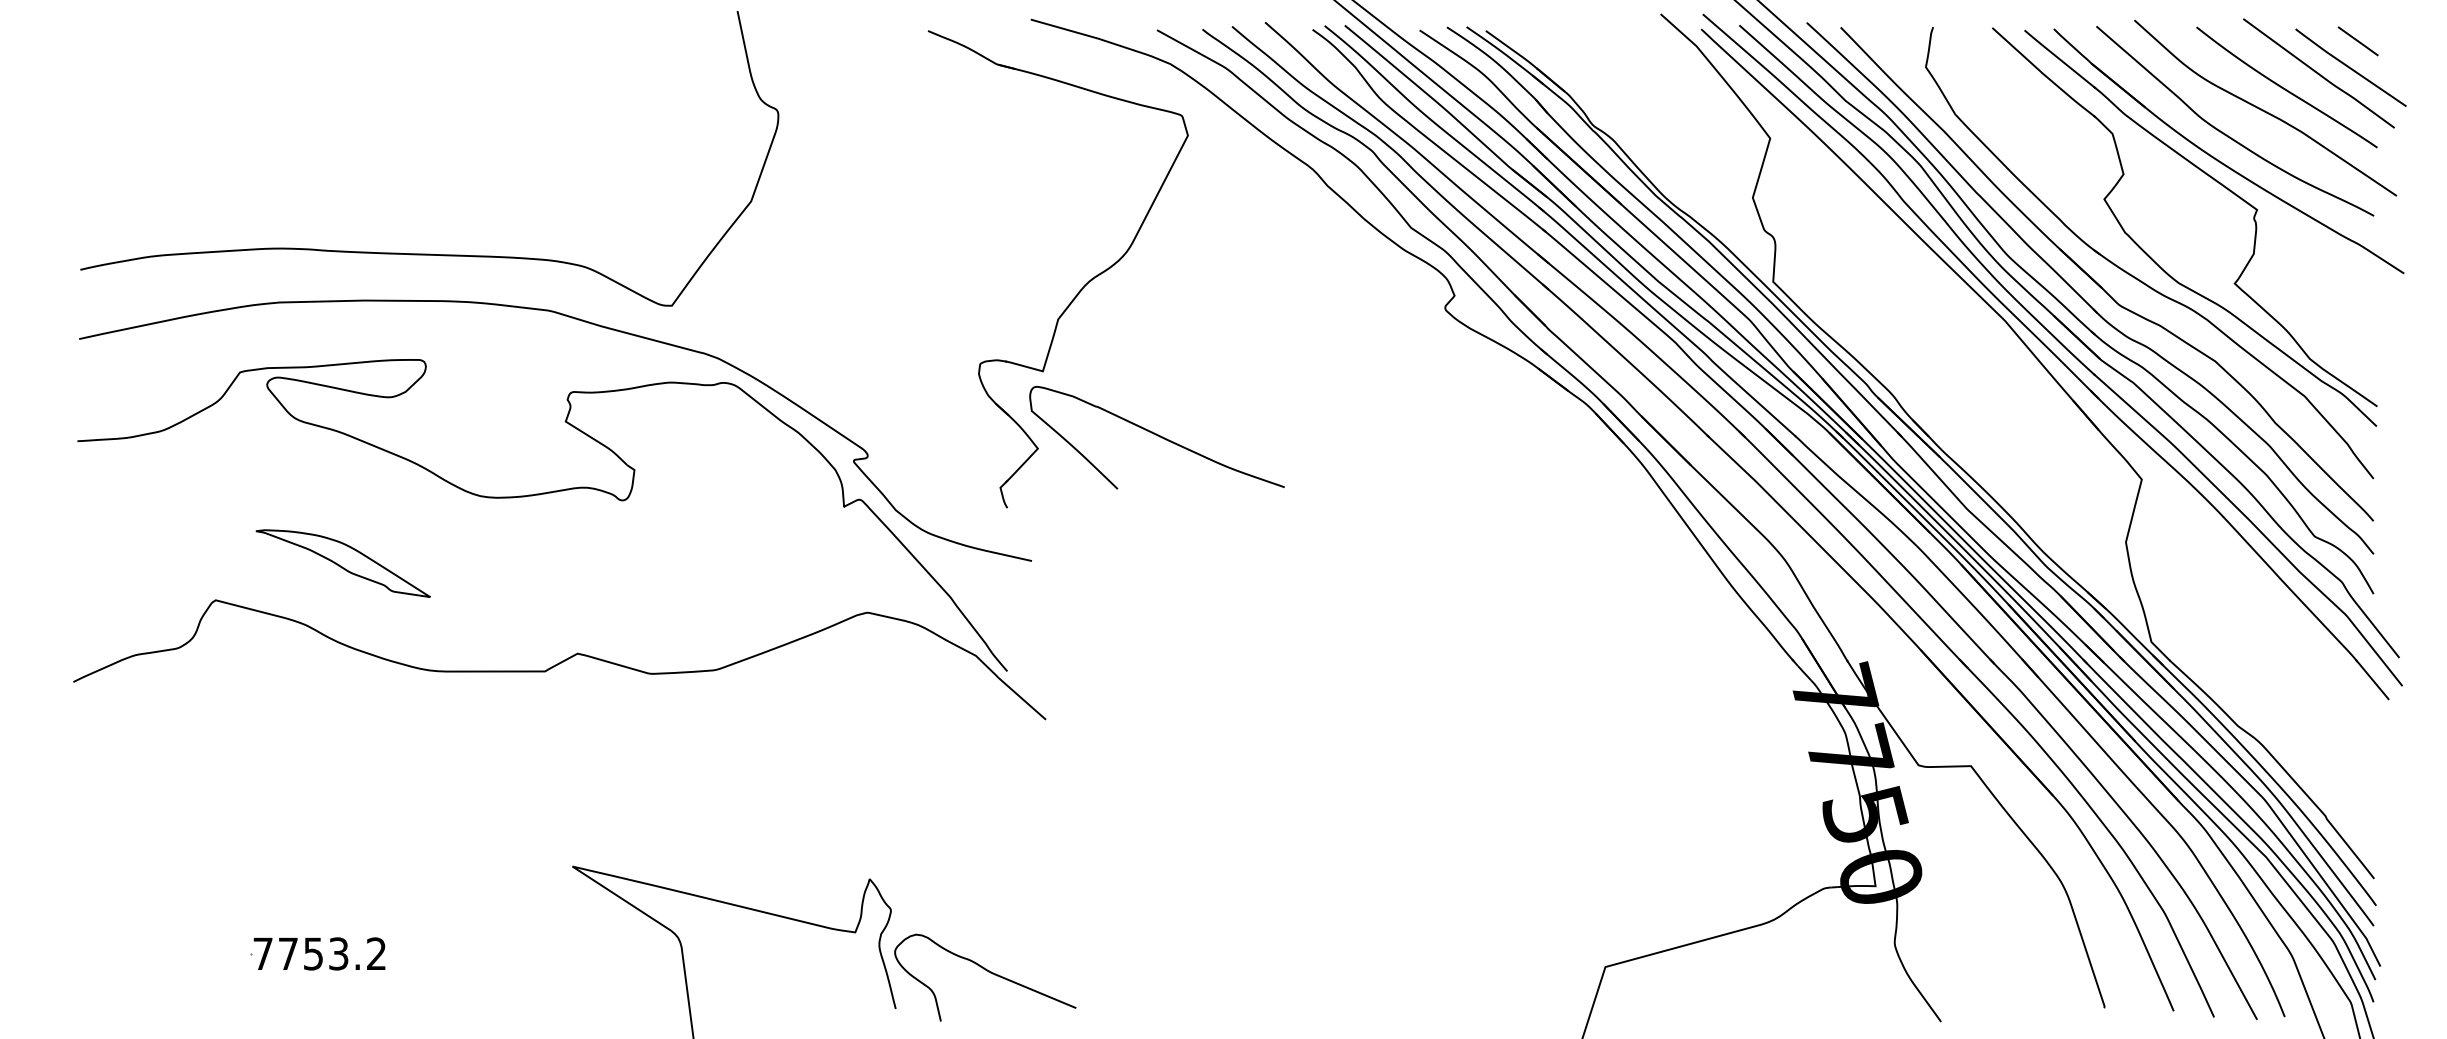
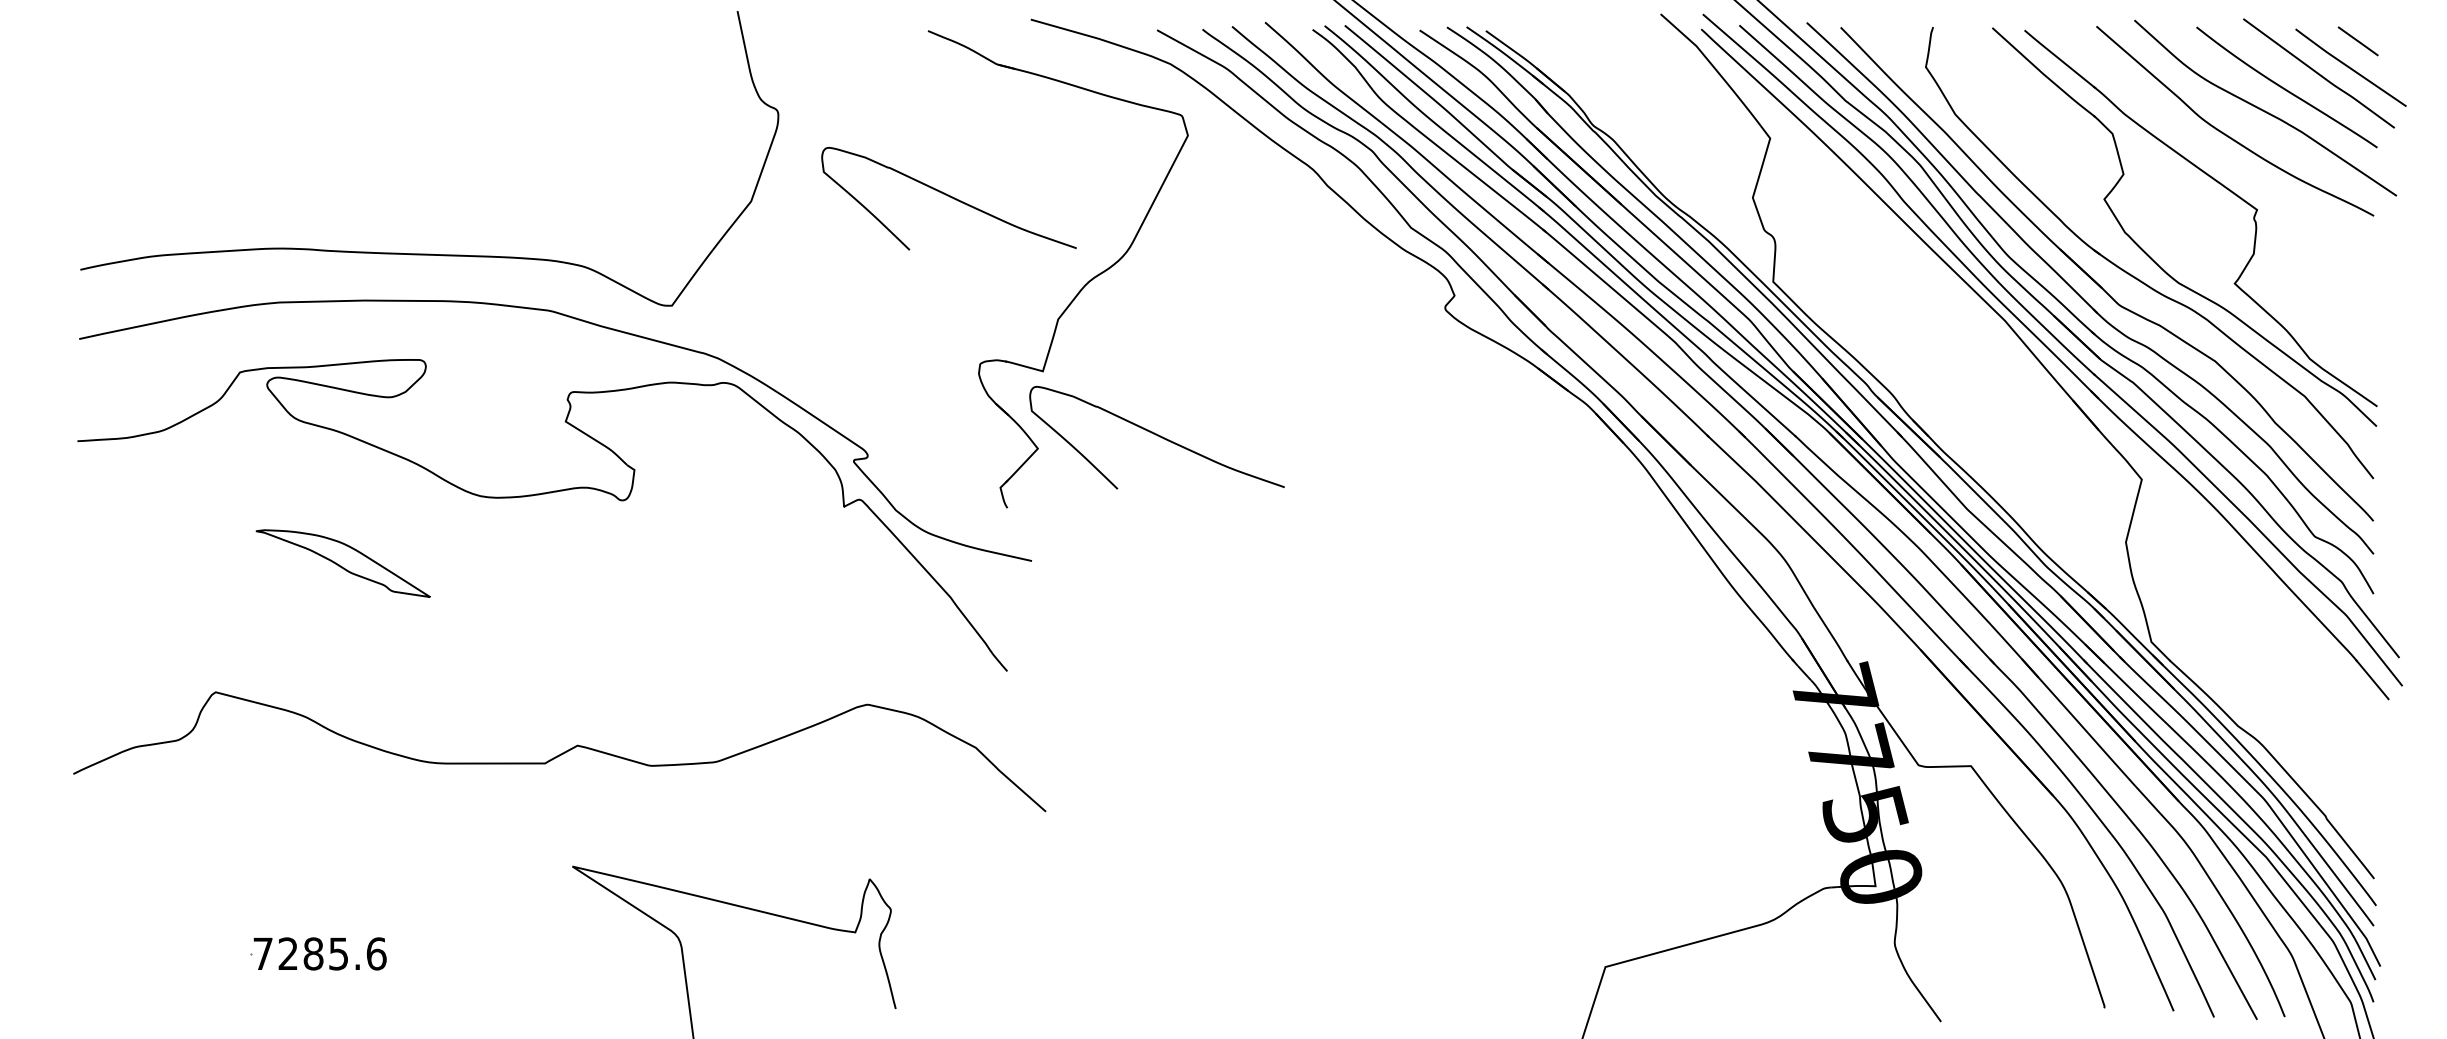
part at (2221, 161): present -> none
curve at (949, 197): none -> present
curve at (560, 661) position: (560, 661) -> (560, 753)
text at (332, 953): 7753.2 -> 7285.6
curve at (988, 972): present -> none
